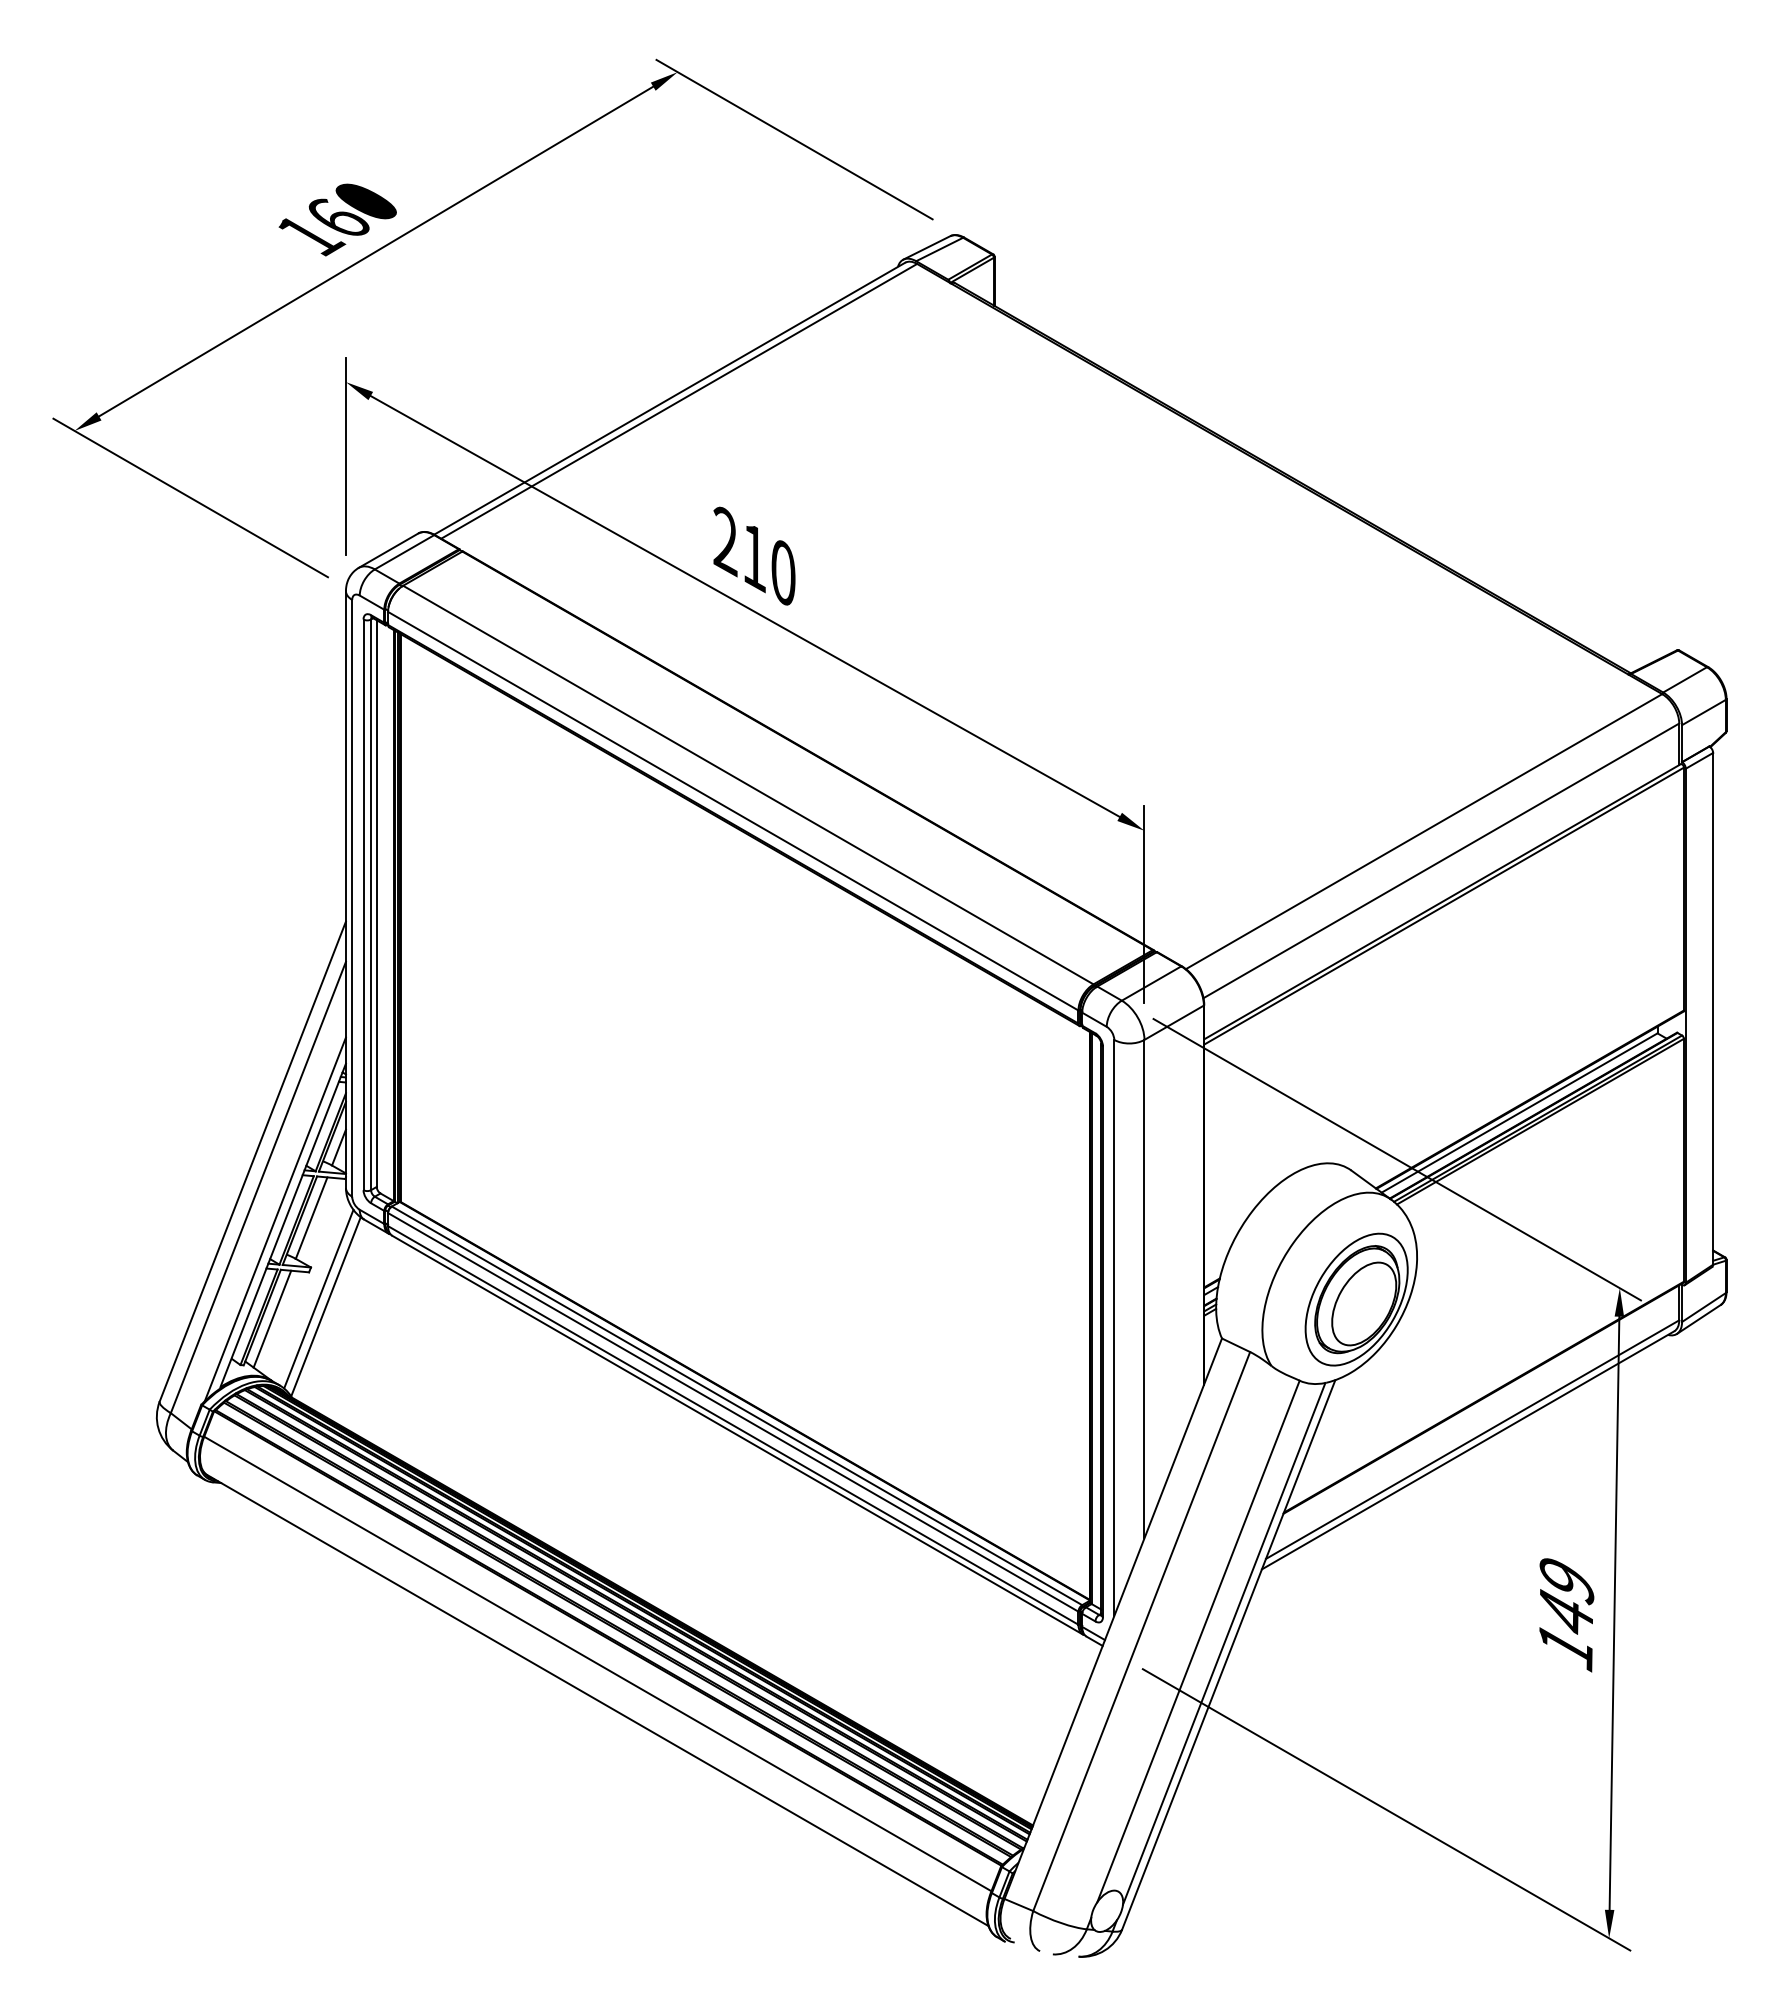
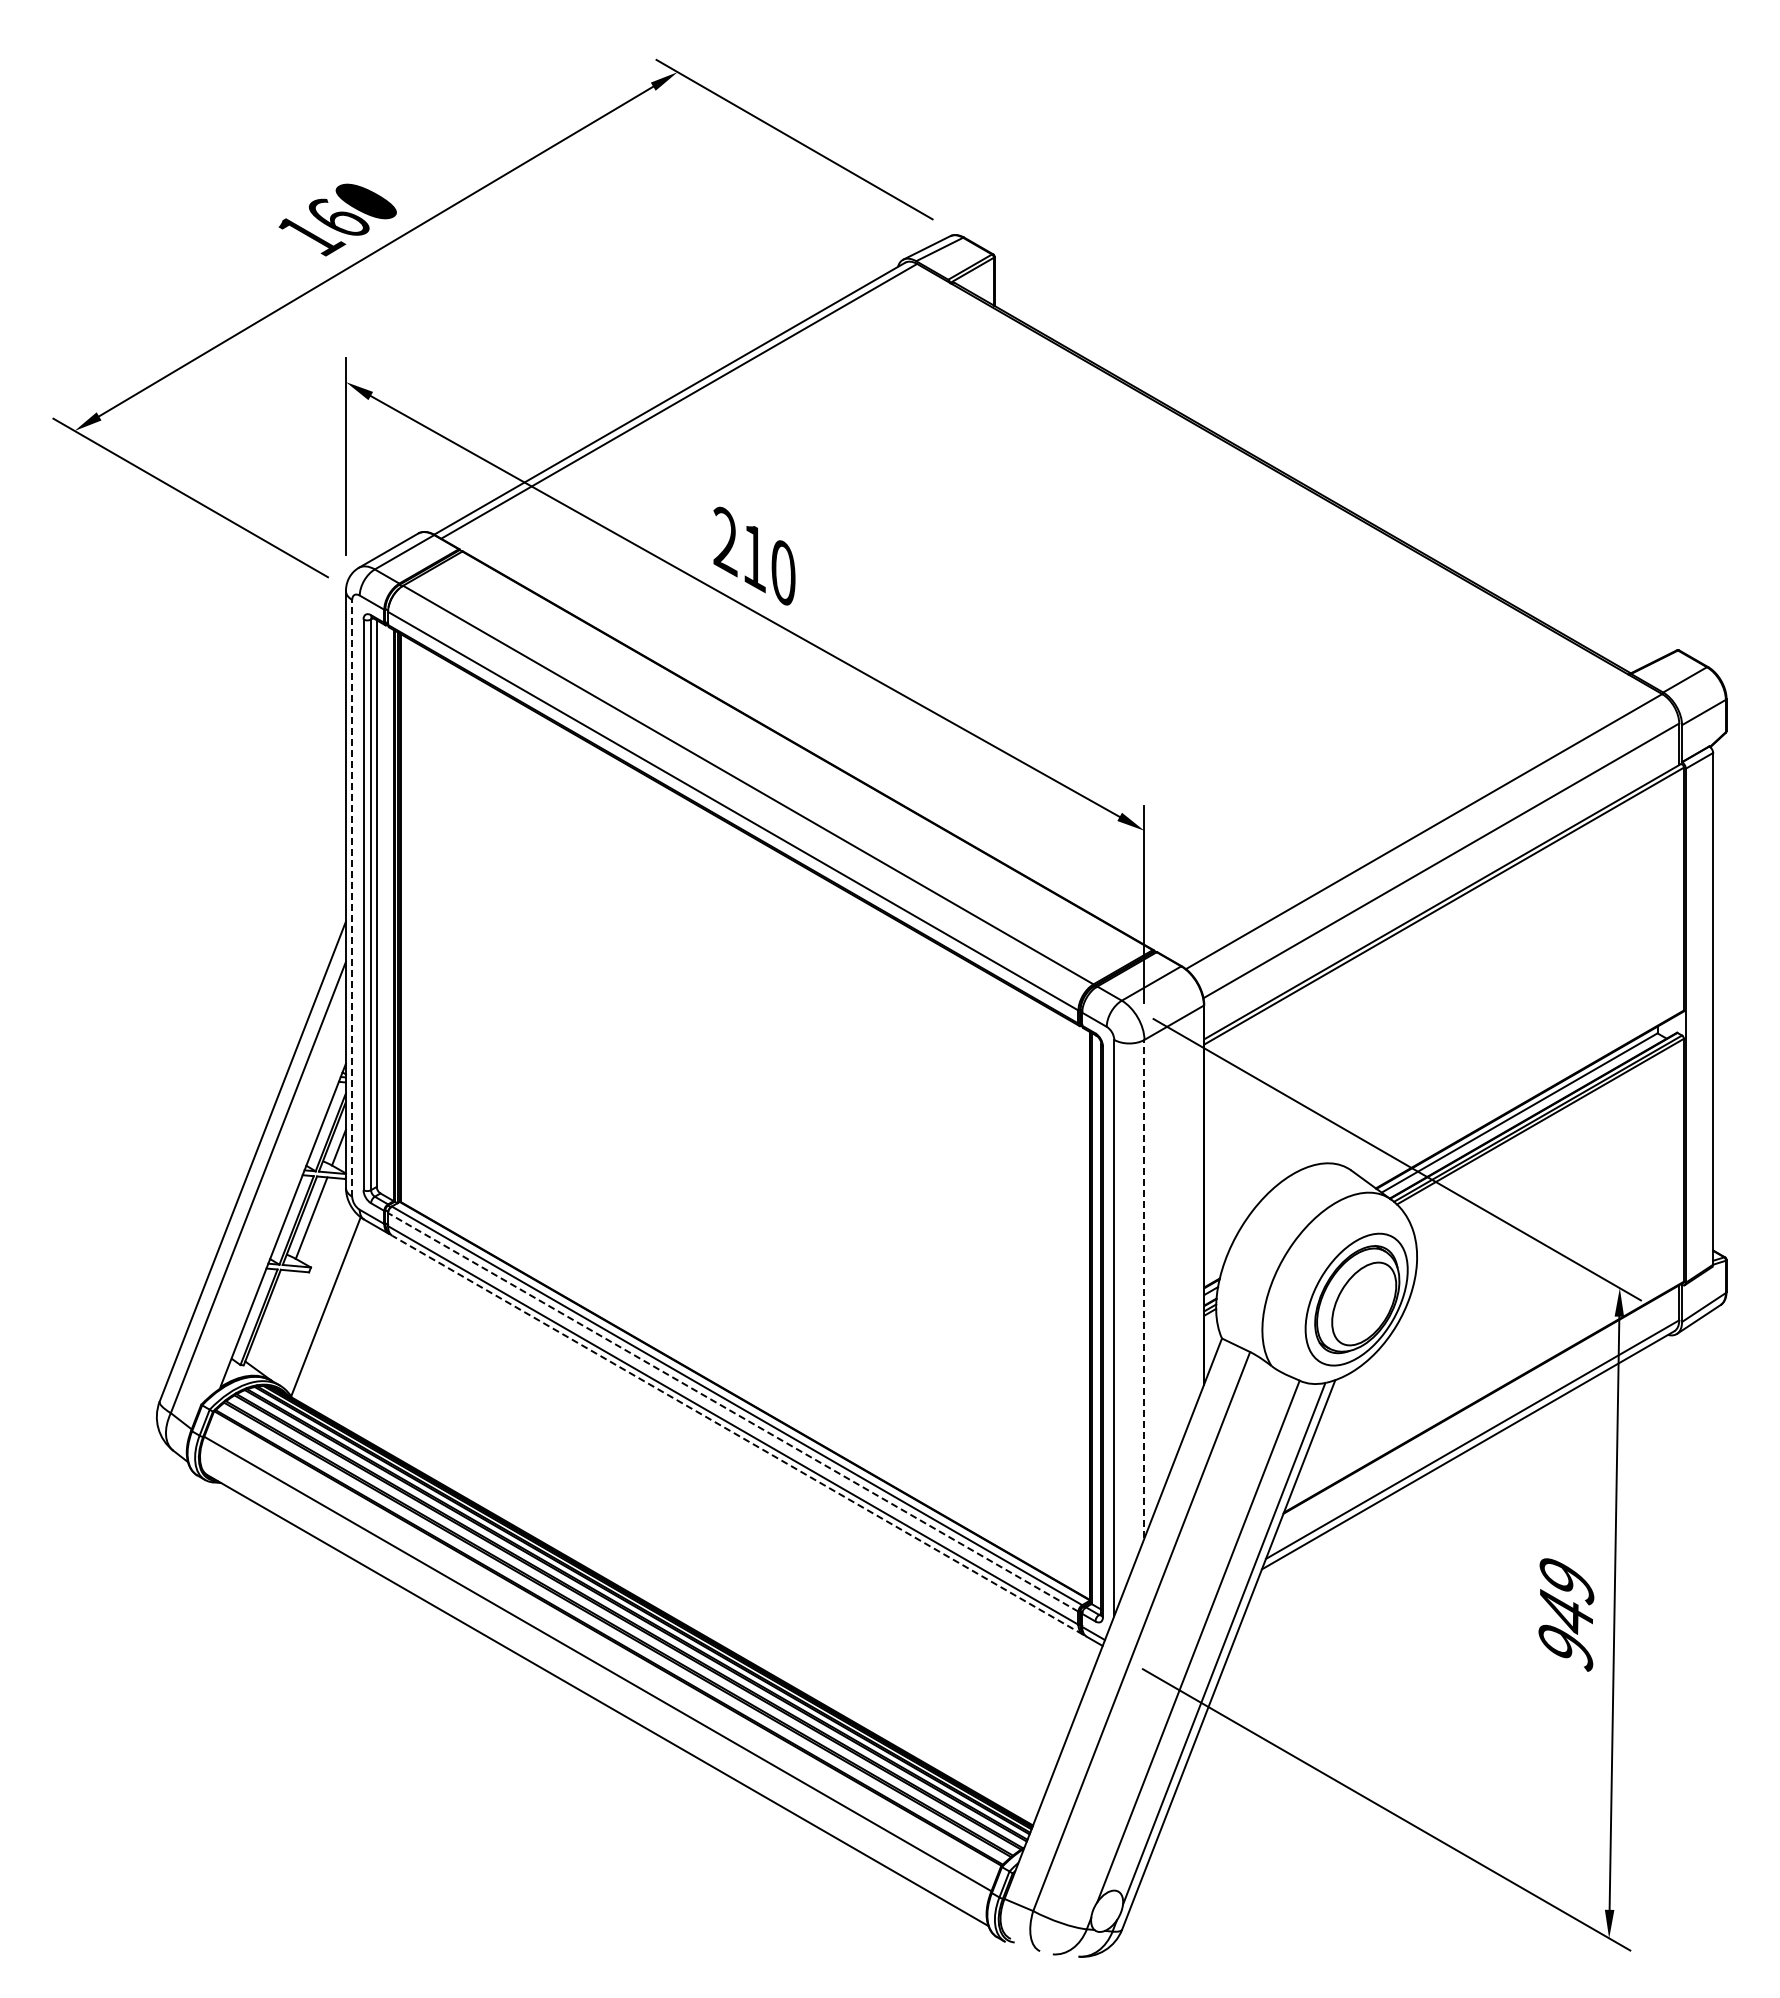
line at (352, 897): solid -> dashed
line at (274, 1219): present -> none
line at (1144, 1288): solid -> dashed
line at (318, 1298): present -> none
line at (272, 1318): present -> none
line at (733, 1412): solid -> dashed
line at (737, 1435): solid -> dashed
text at (1565, 1648): 149 -> 949
